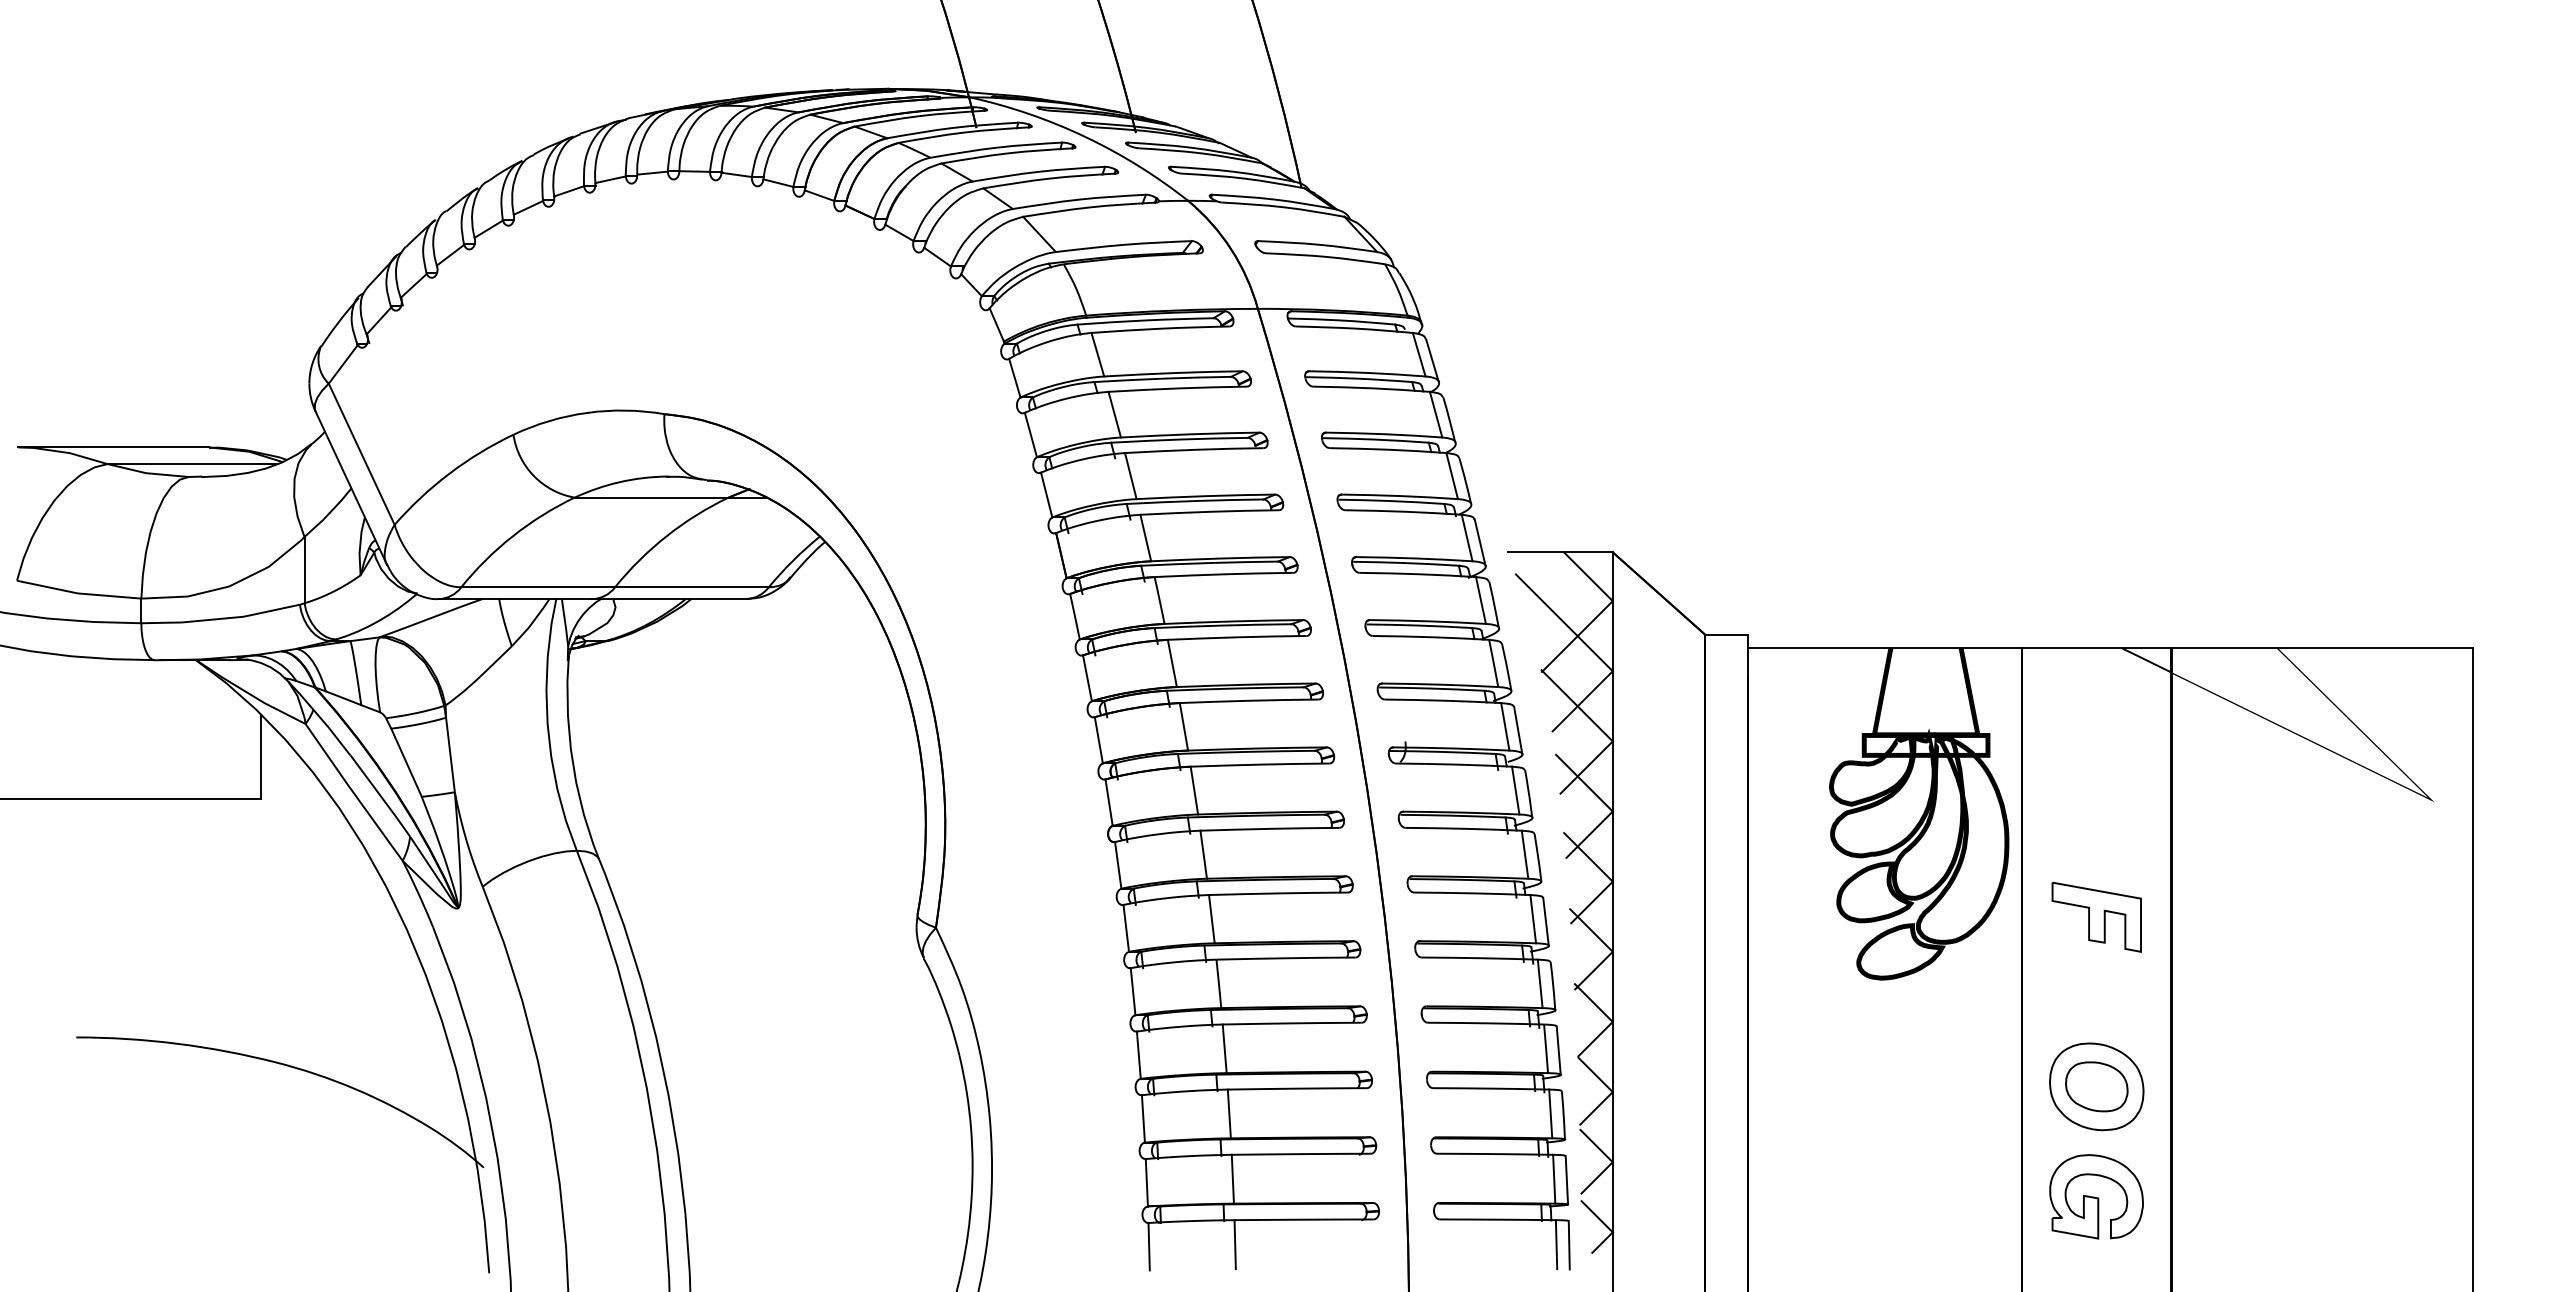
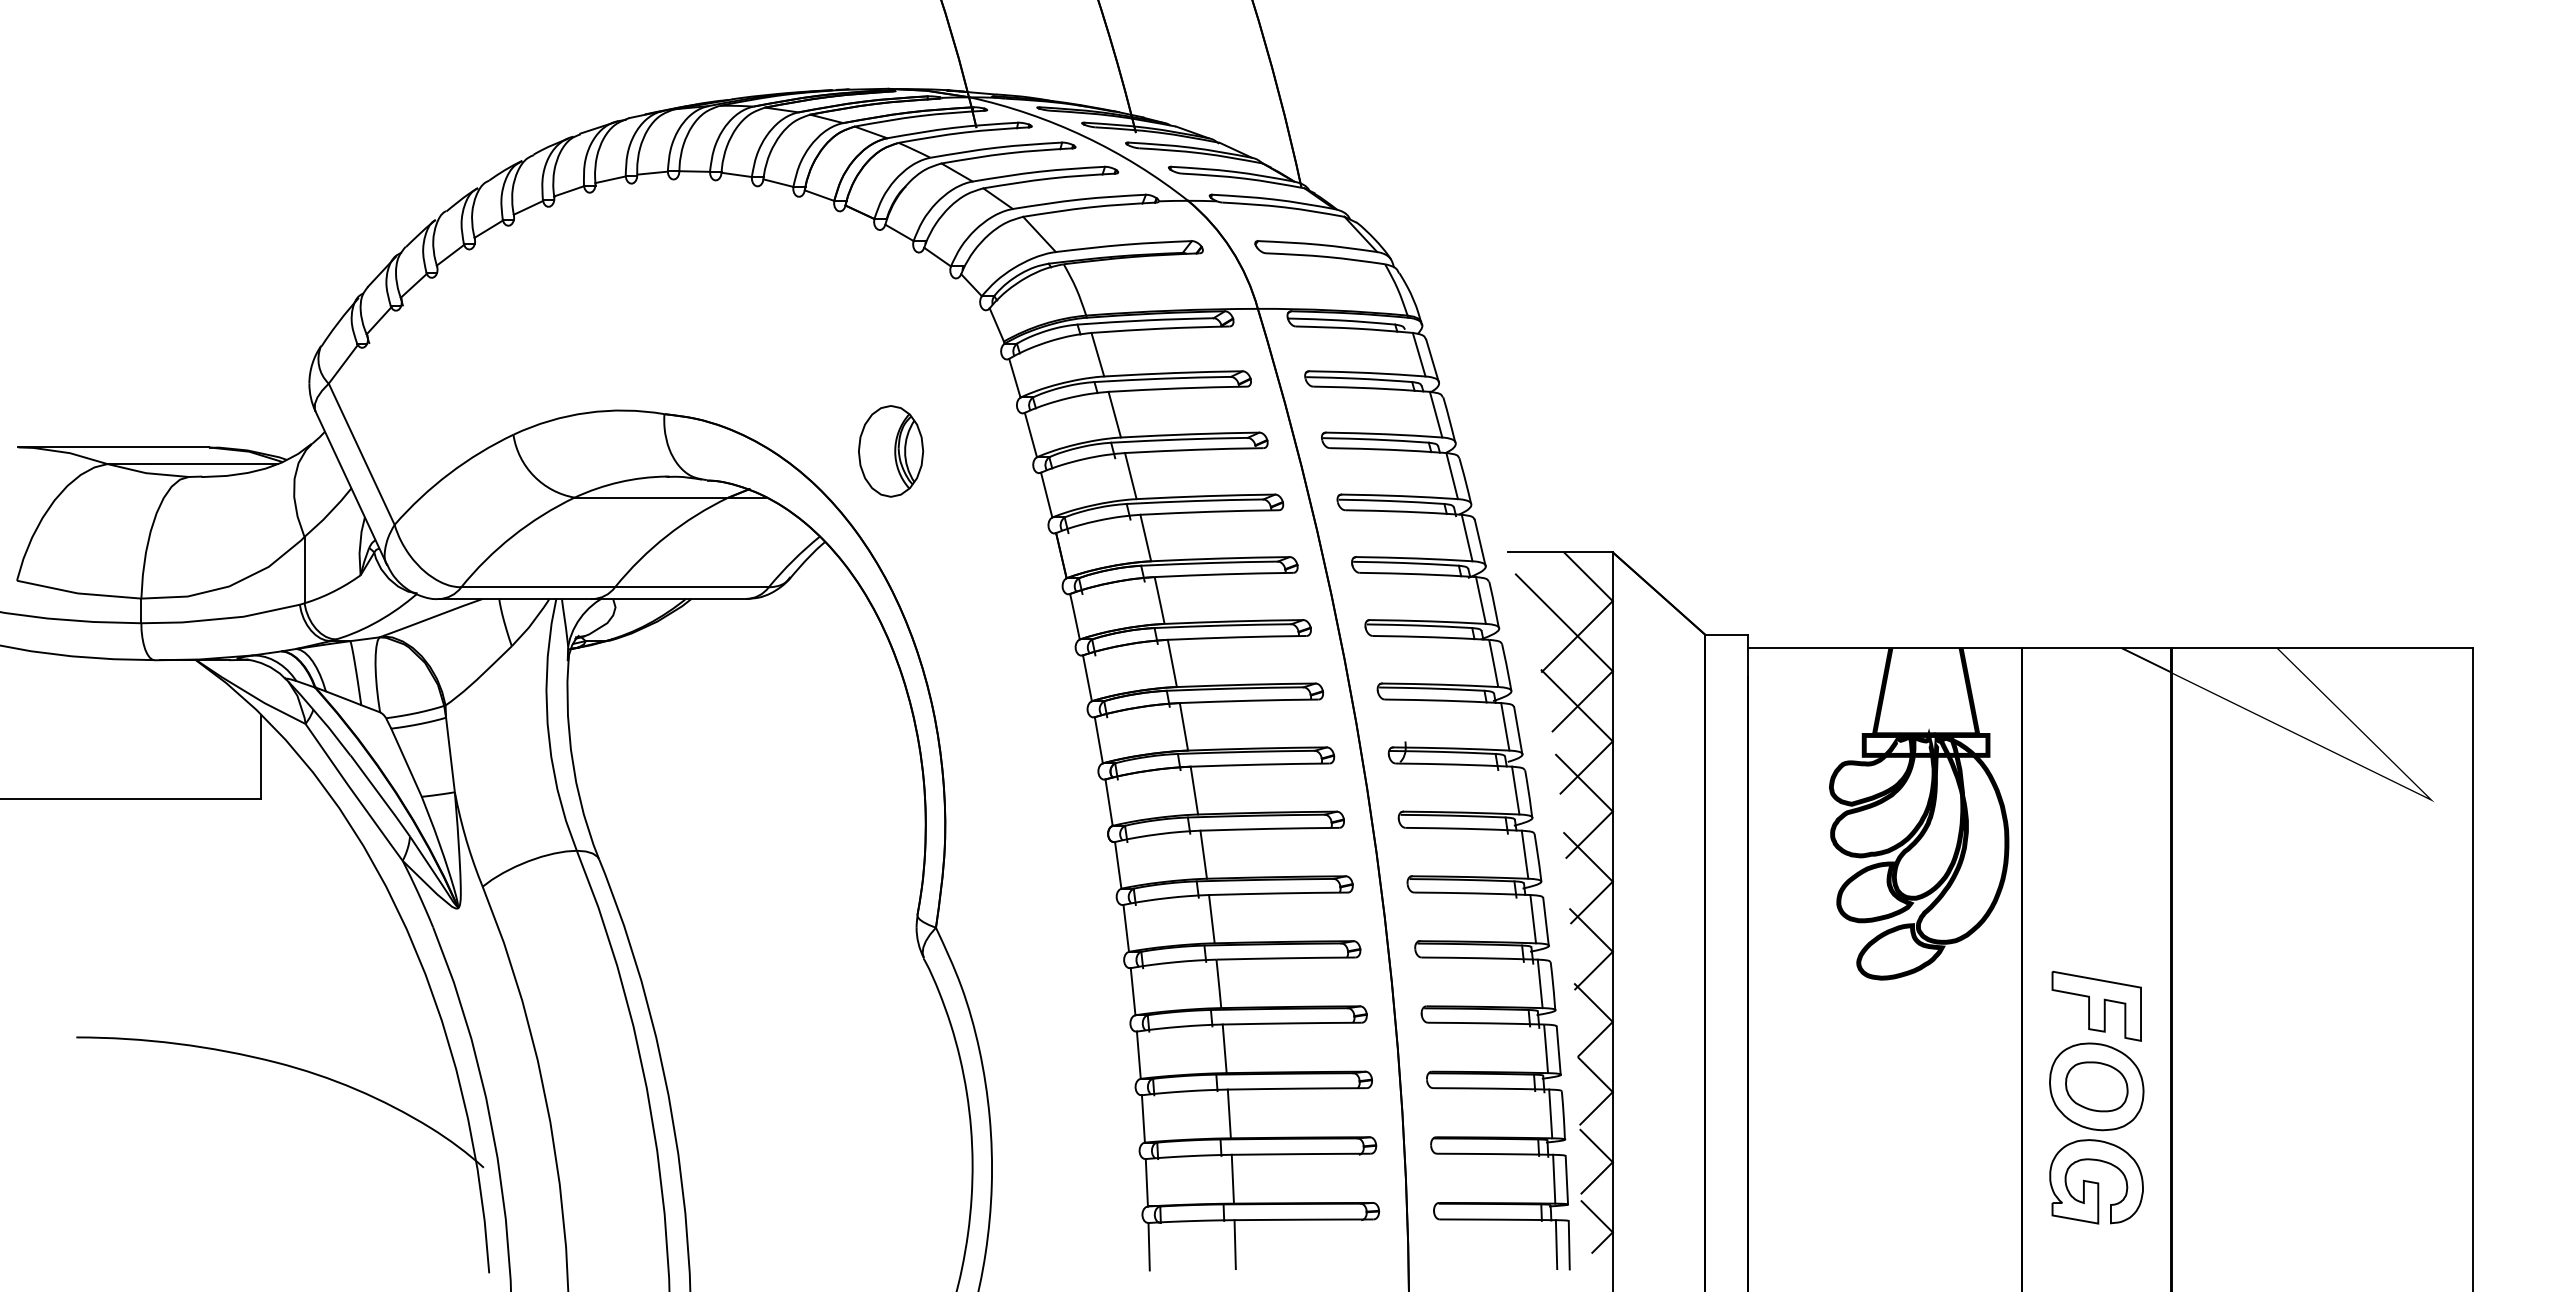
part at (891, 451): none -> present
part at (2096, 916) position: (2096, 916) -> (2096, 1005)
part at (2096, 1196) position: (2096, 1196) -> (2096, 1181)
